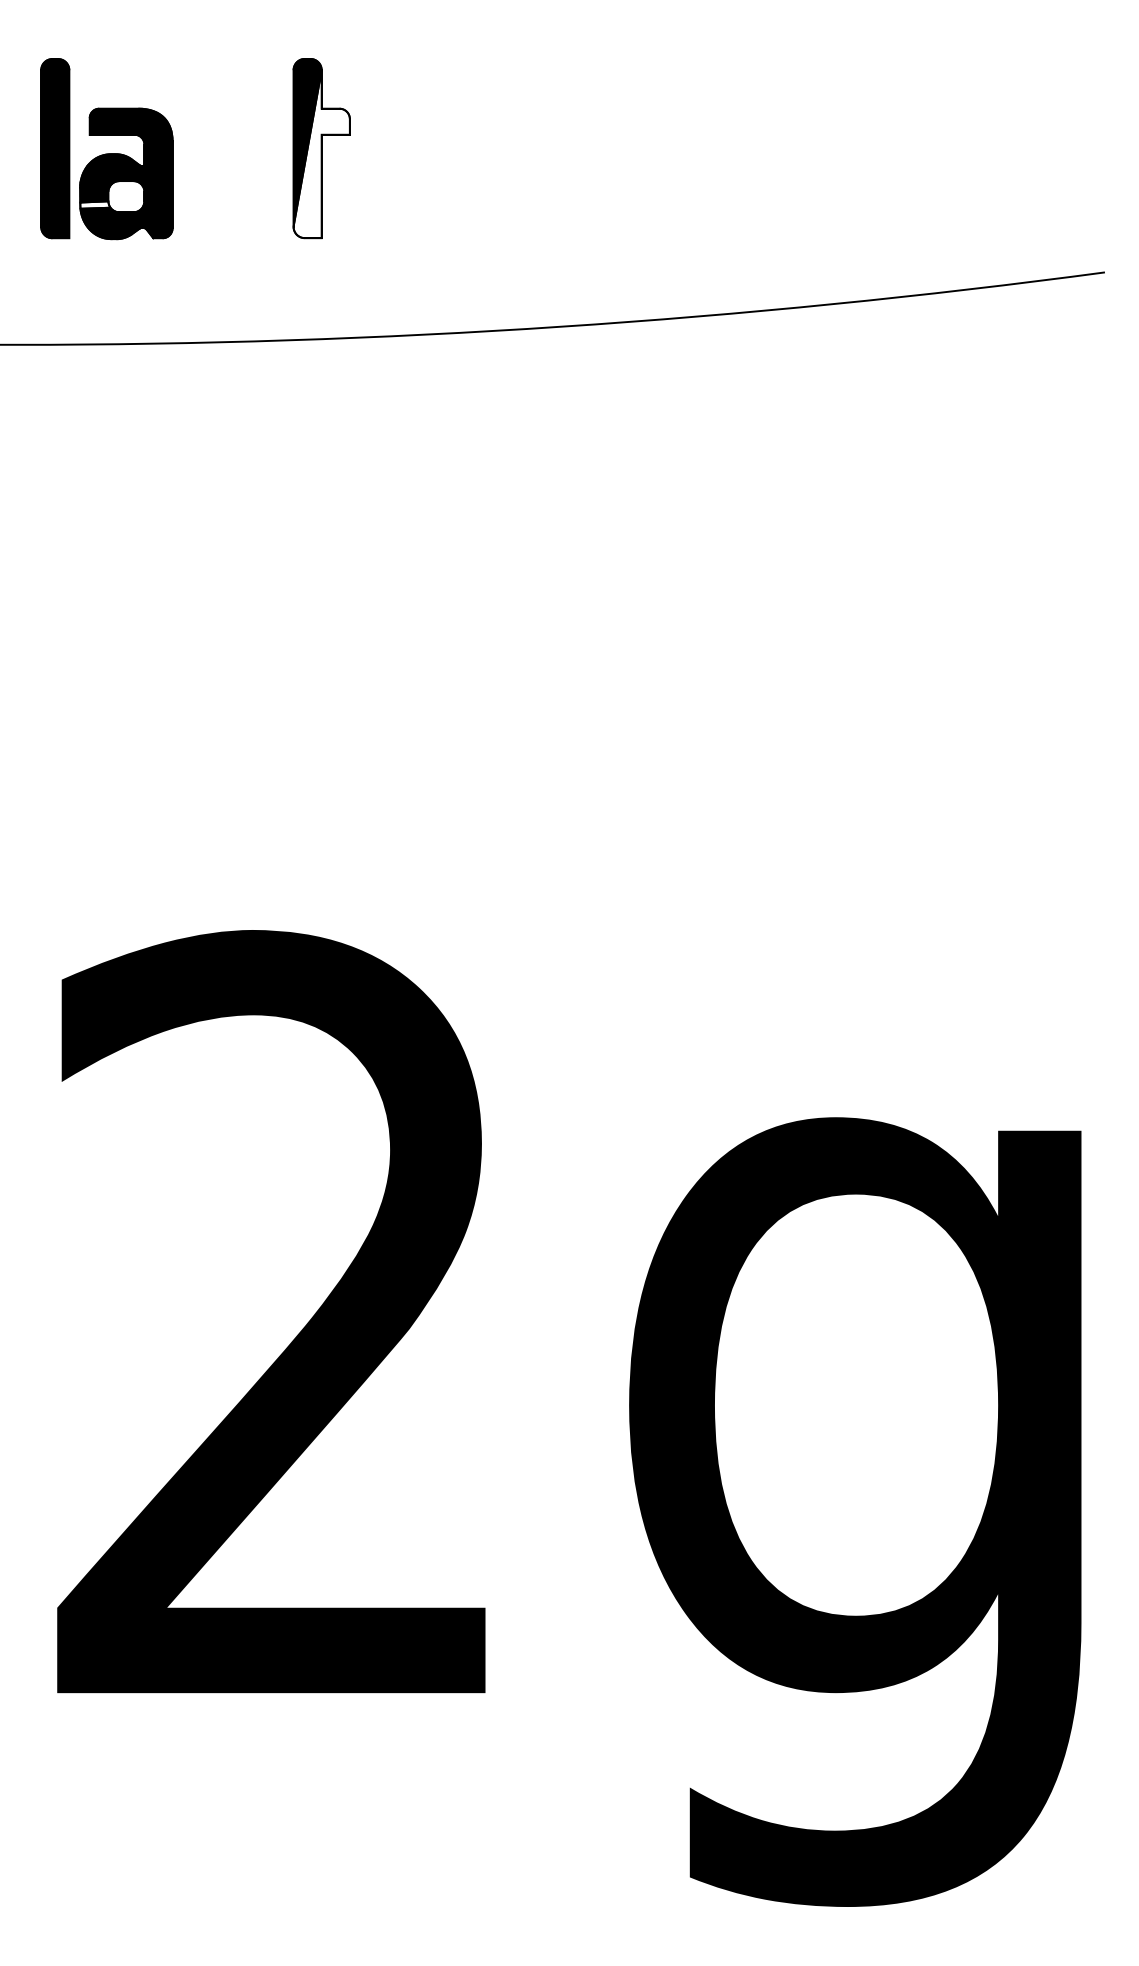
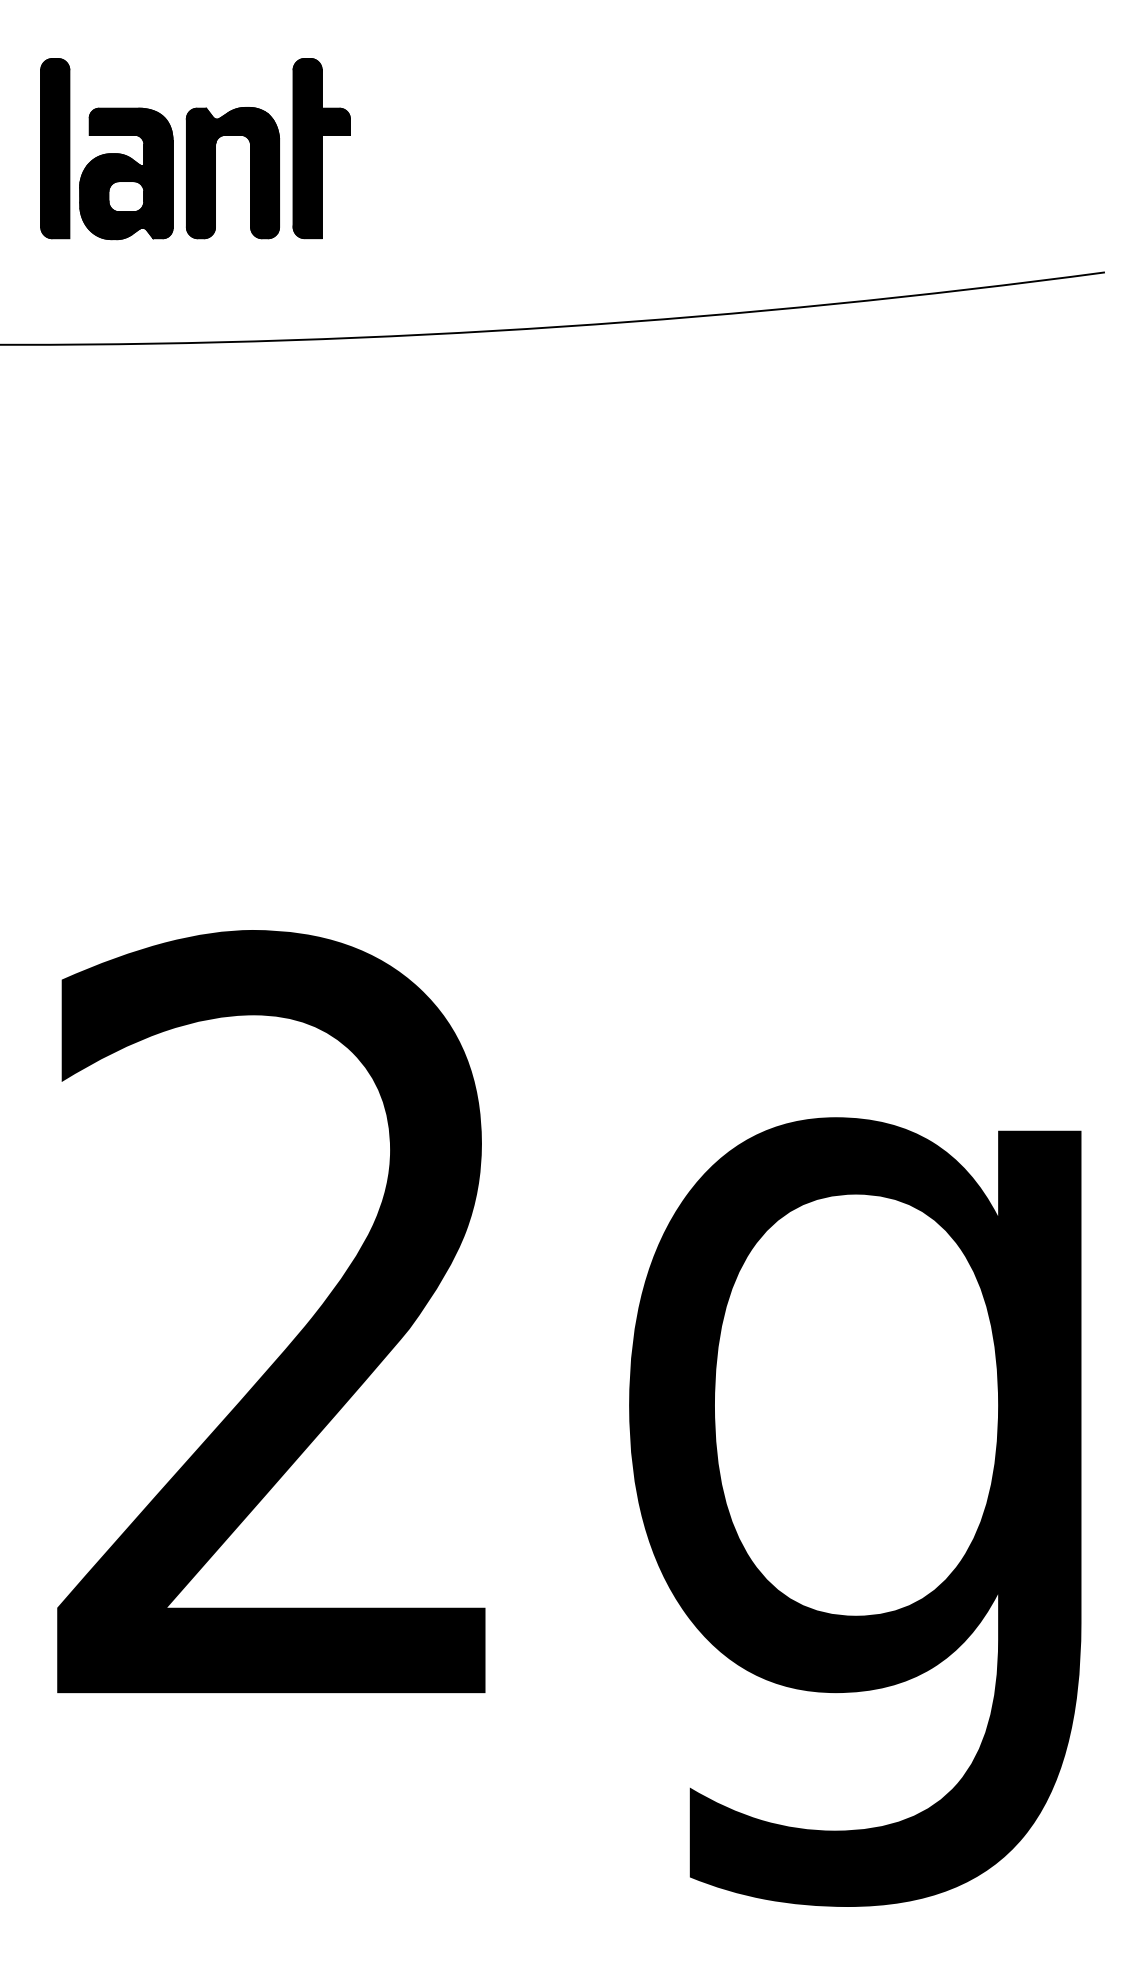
fill at (321, 154): none -> present
part at (215, 173): none -> present
fill at (95, 204): none -> present
